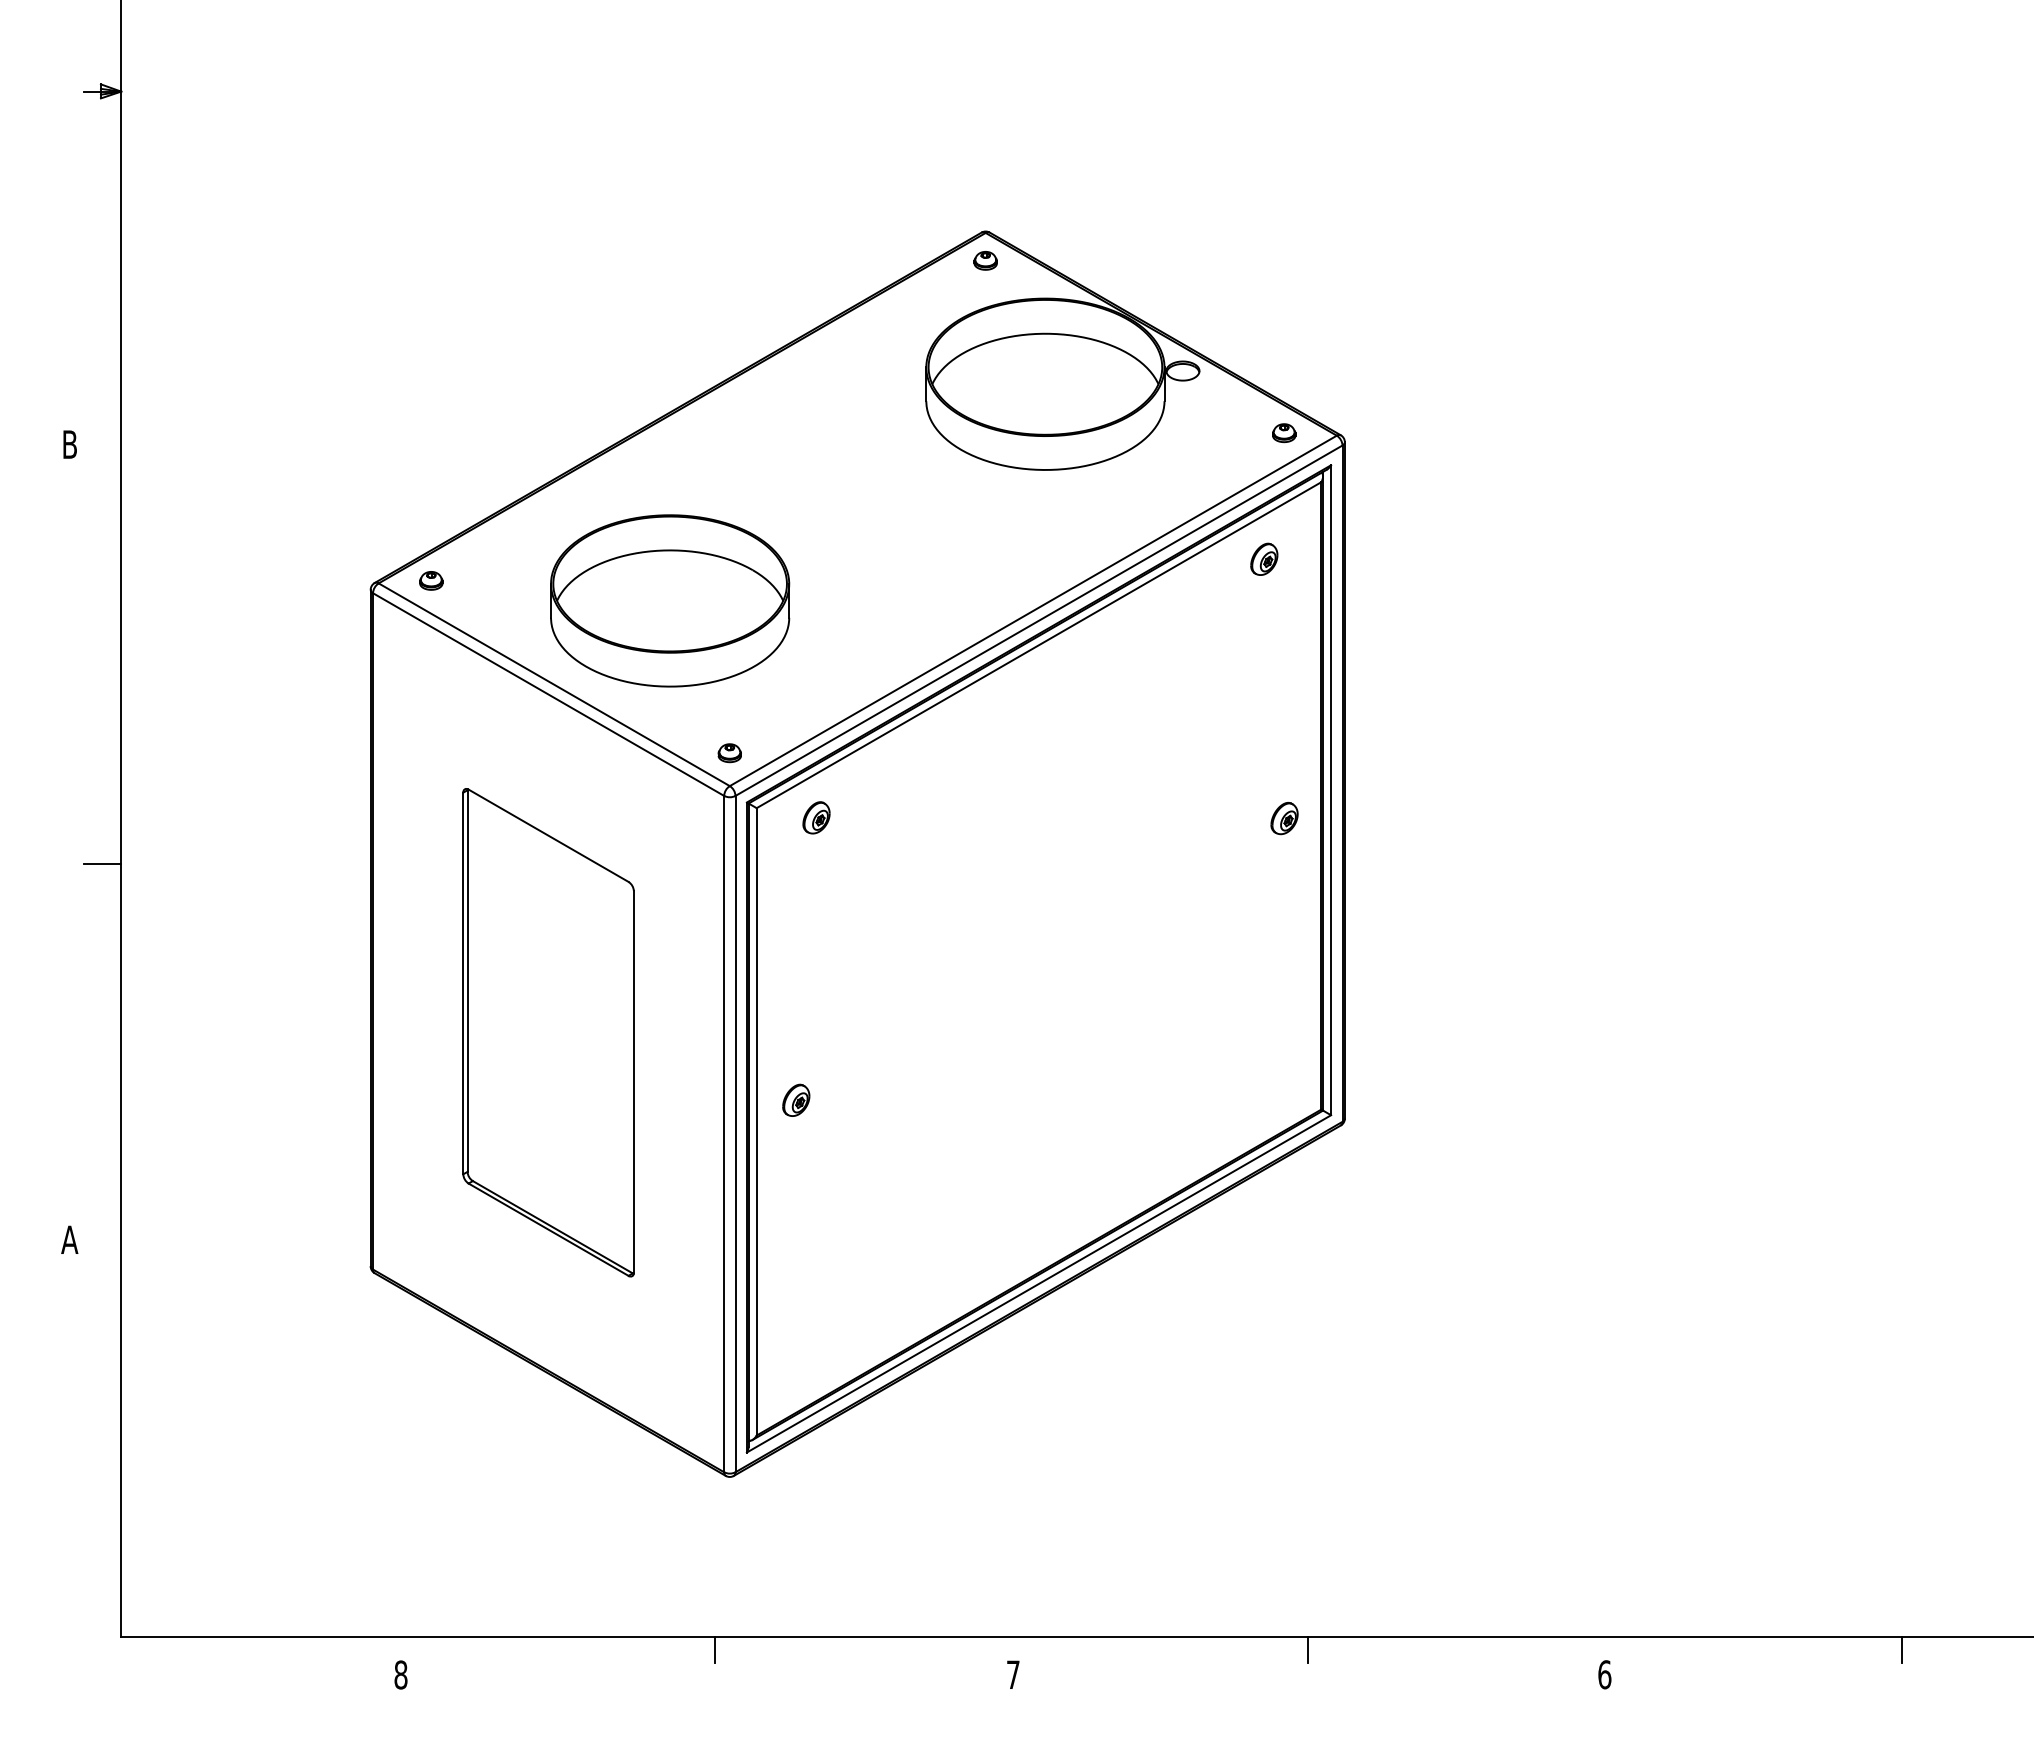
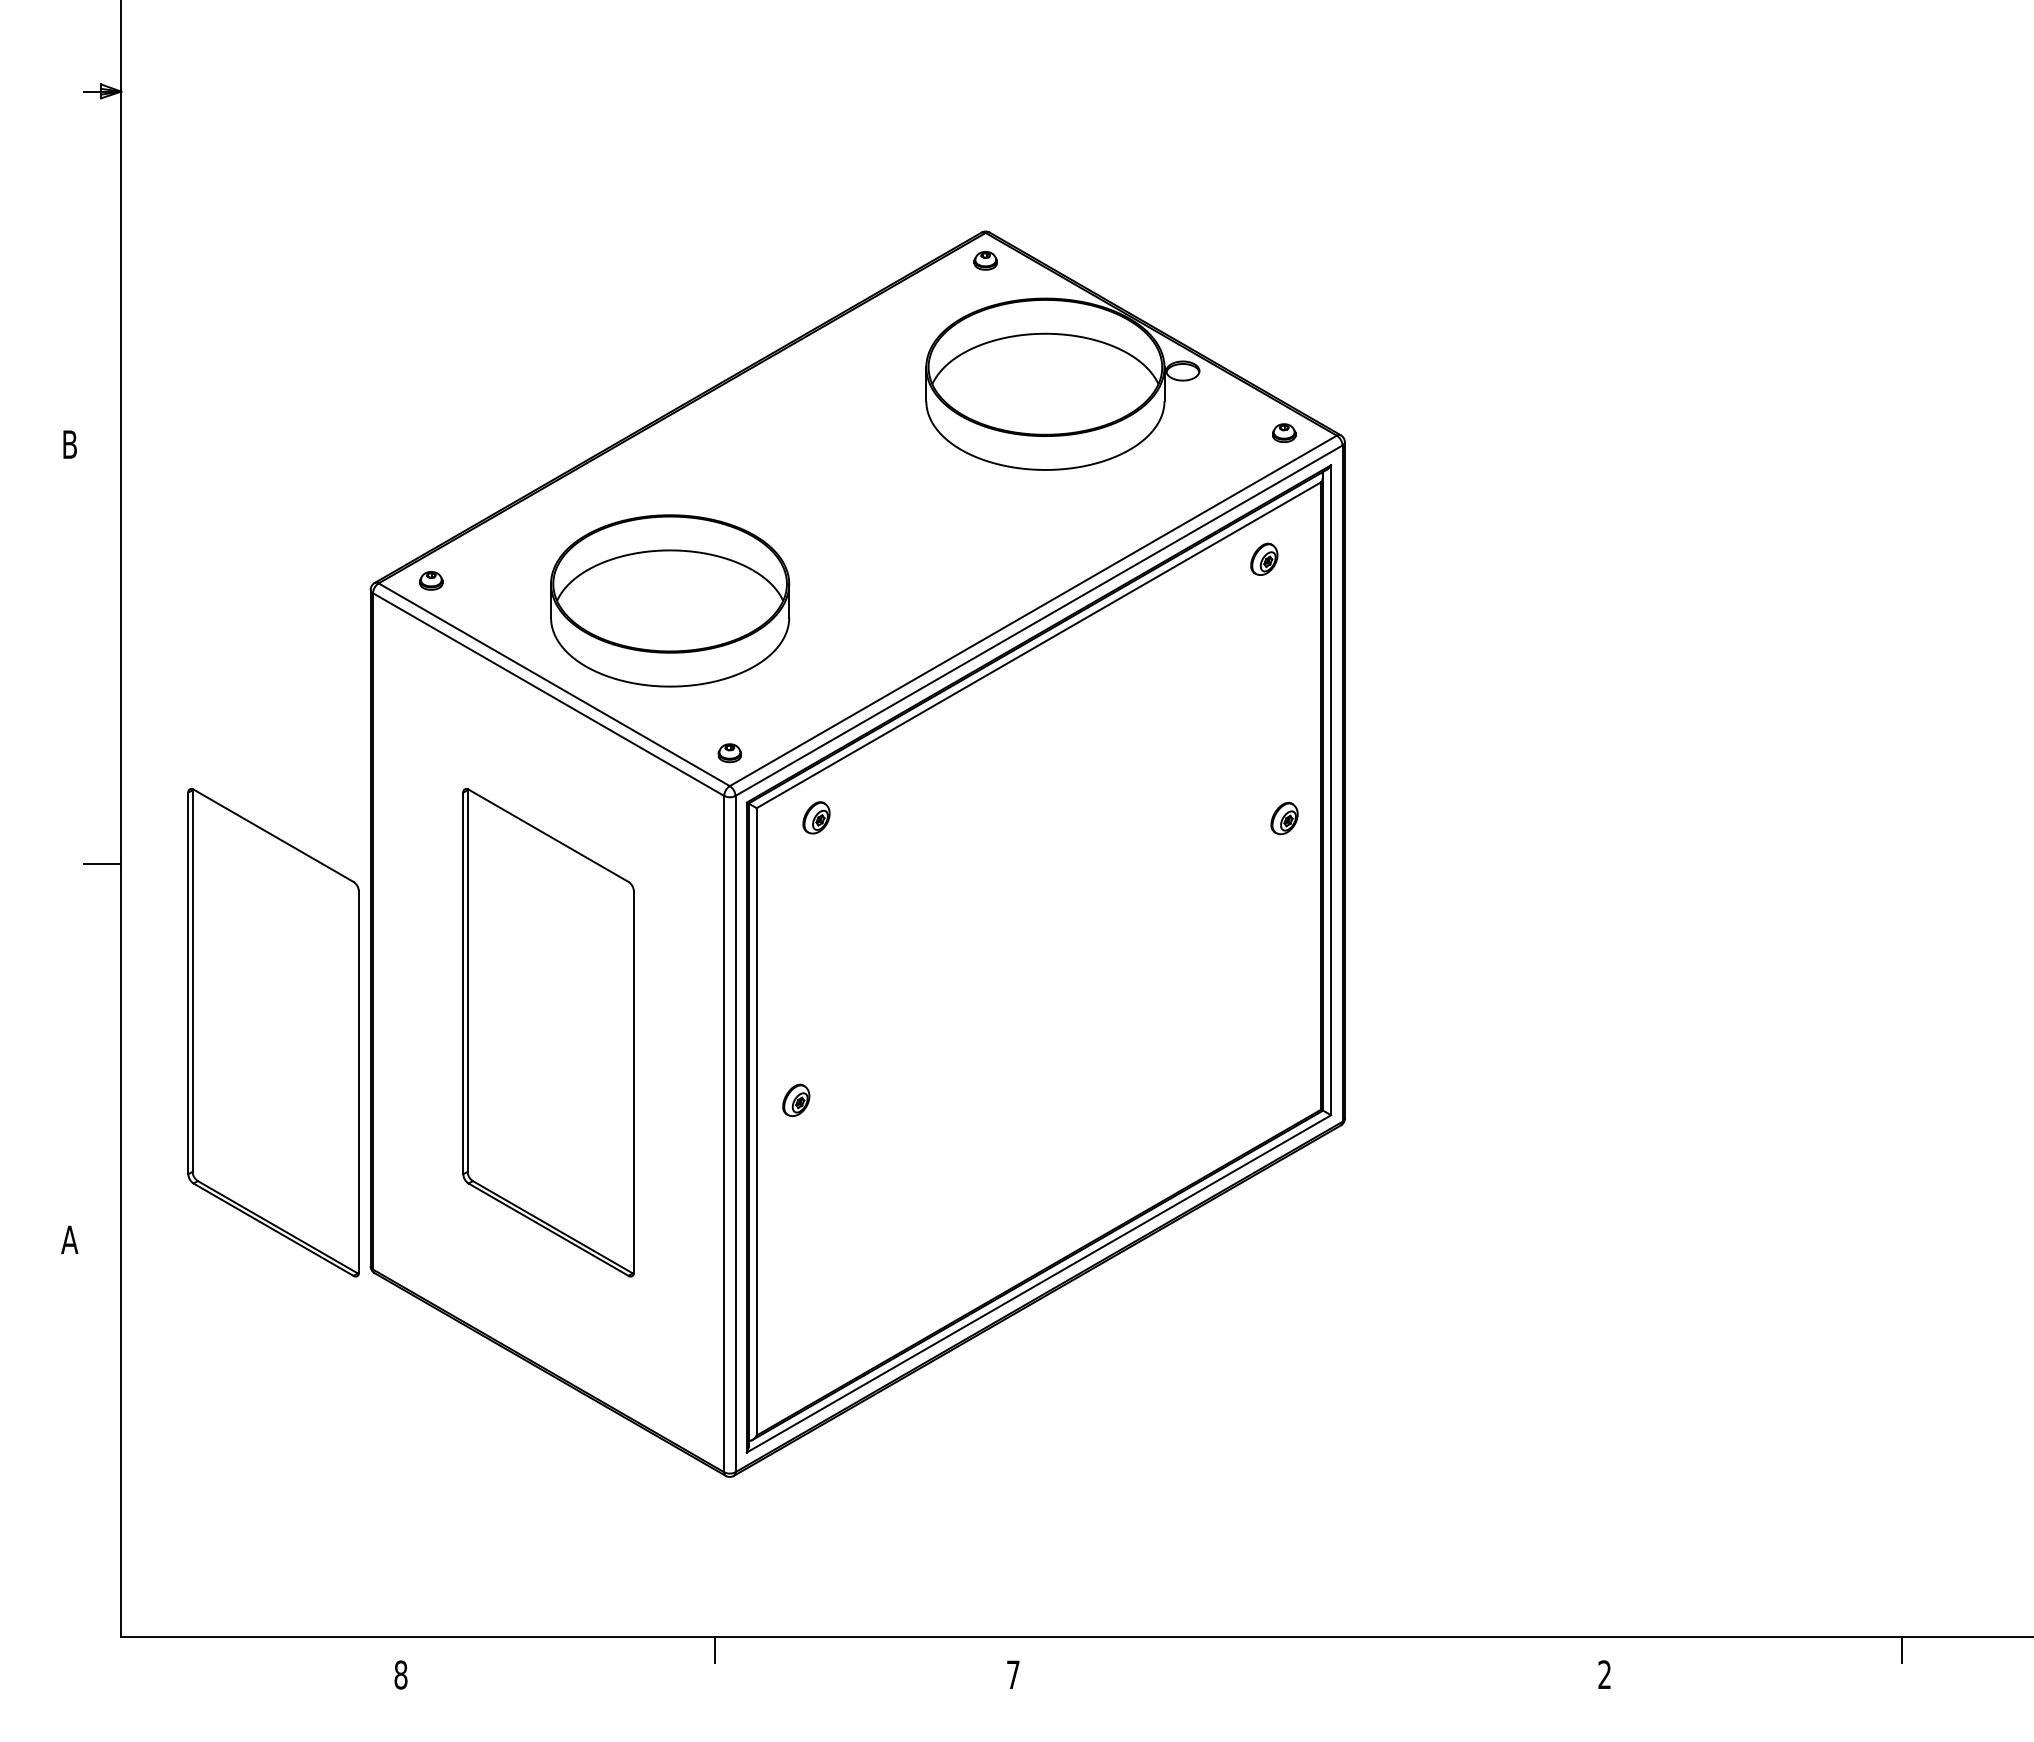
part at (273, 1032): none -> present
line at (1308, 1649): present -> none
text at (1604, 1674): 6 -> 2
